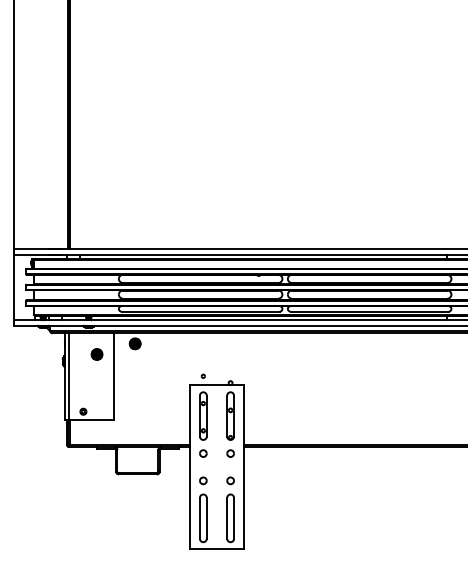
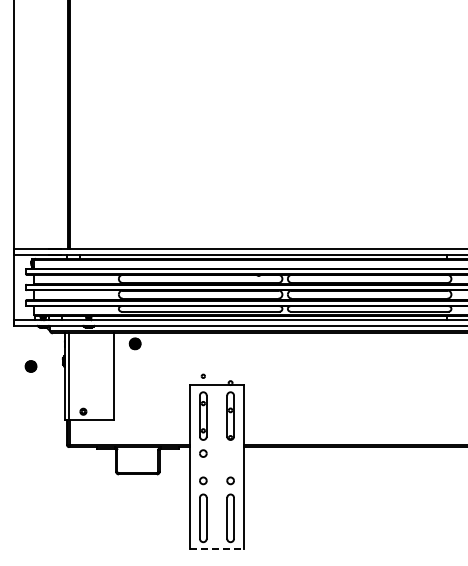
part at (96, 354) position: (96, 354) -> (30, 366)
part at (230, 453): present -> none
line at (217, 549): solid -> dashed
